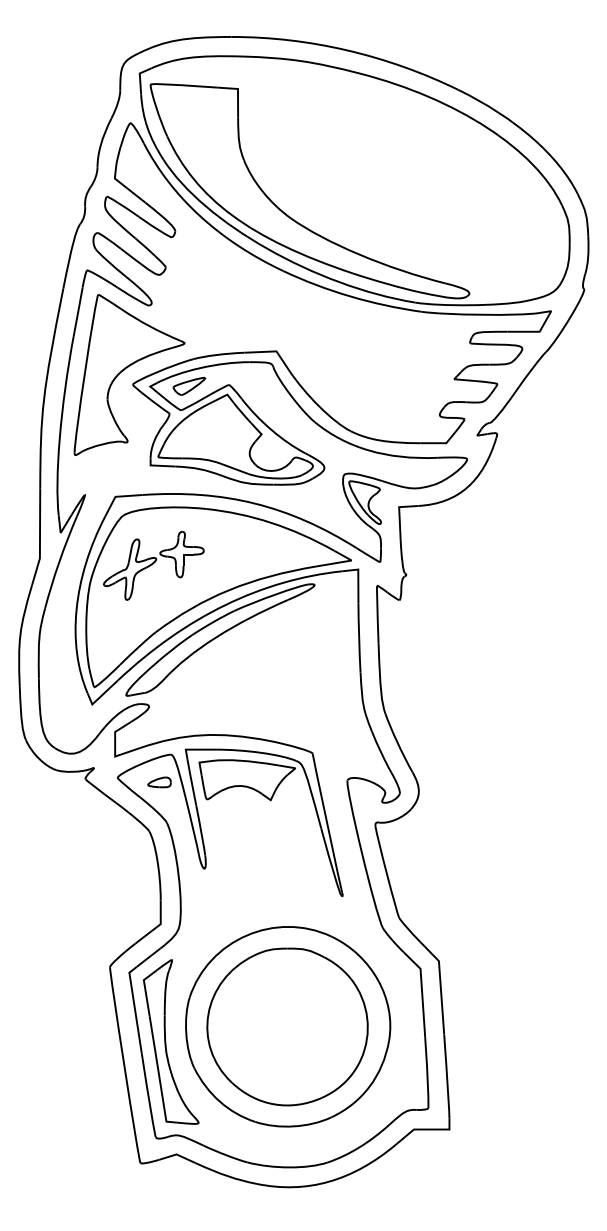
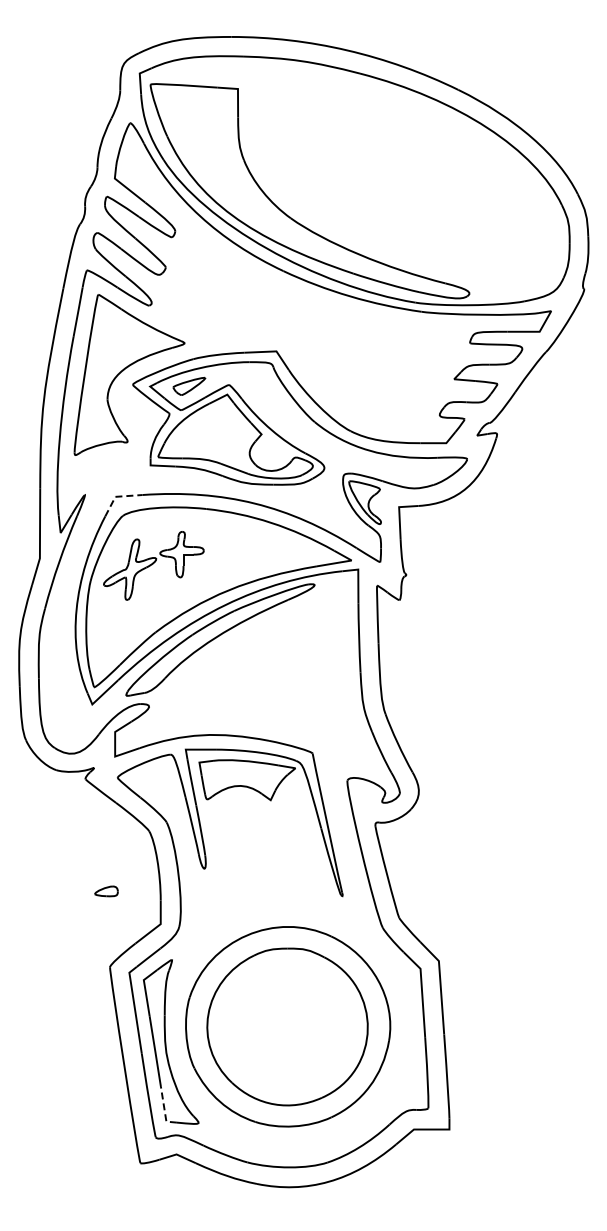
line at (117, 496): solid -> dashed
part at (159, 782) position: (159, 782) -> (106, 891)
line at (164, 1110): solid -> dashed
